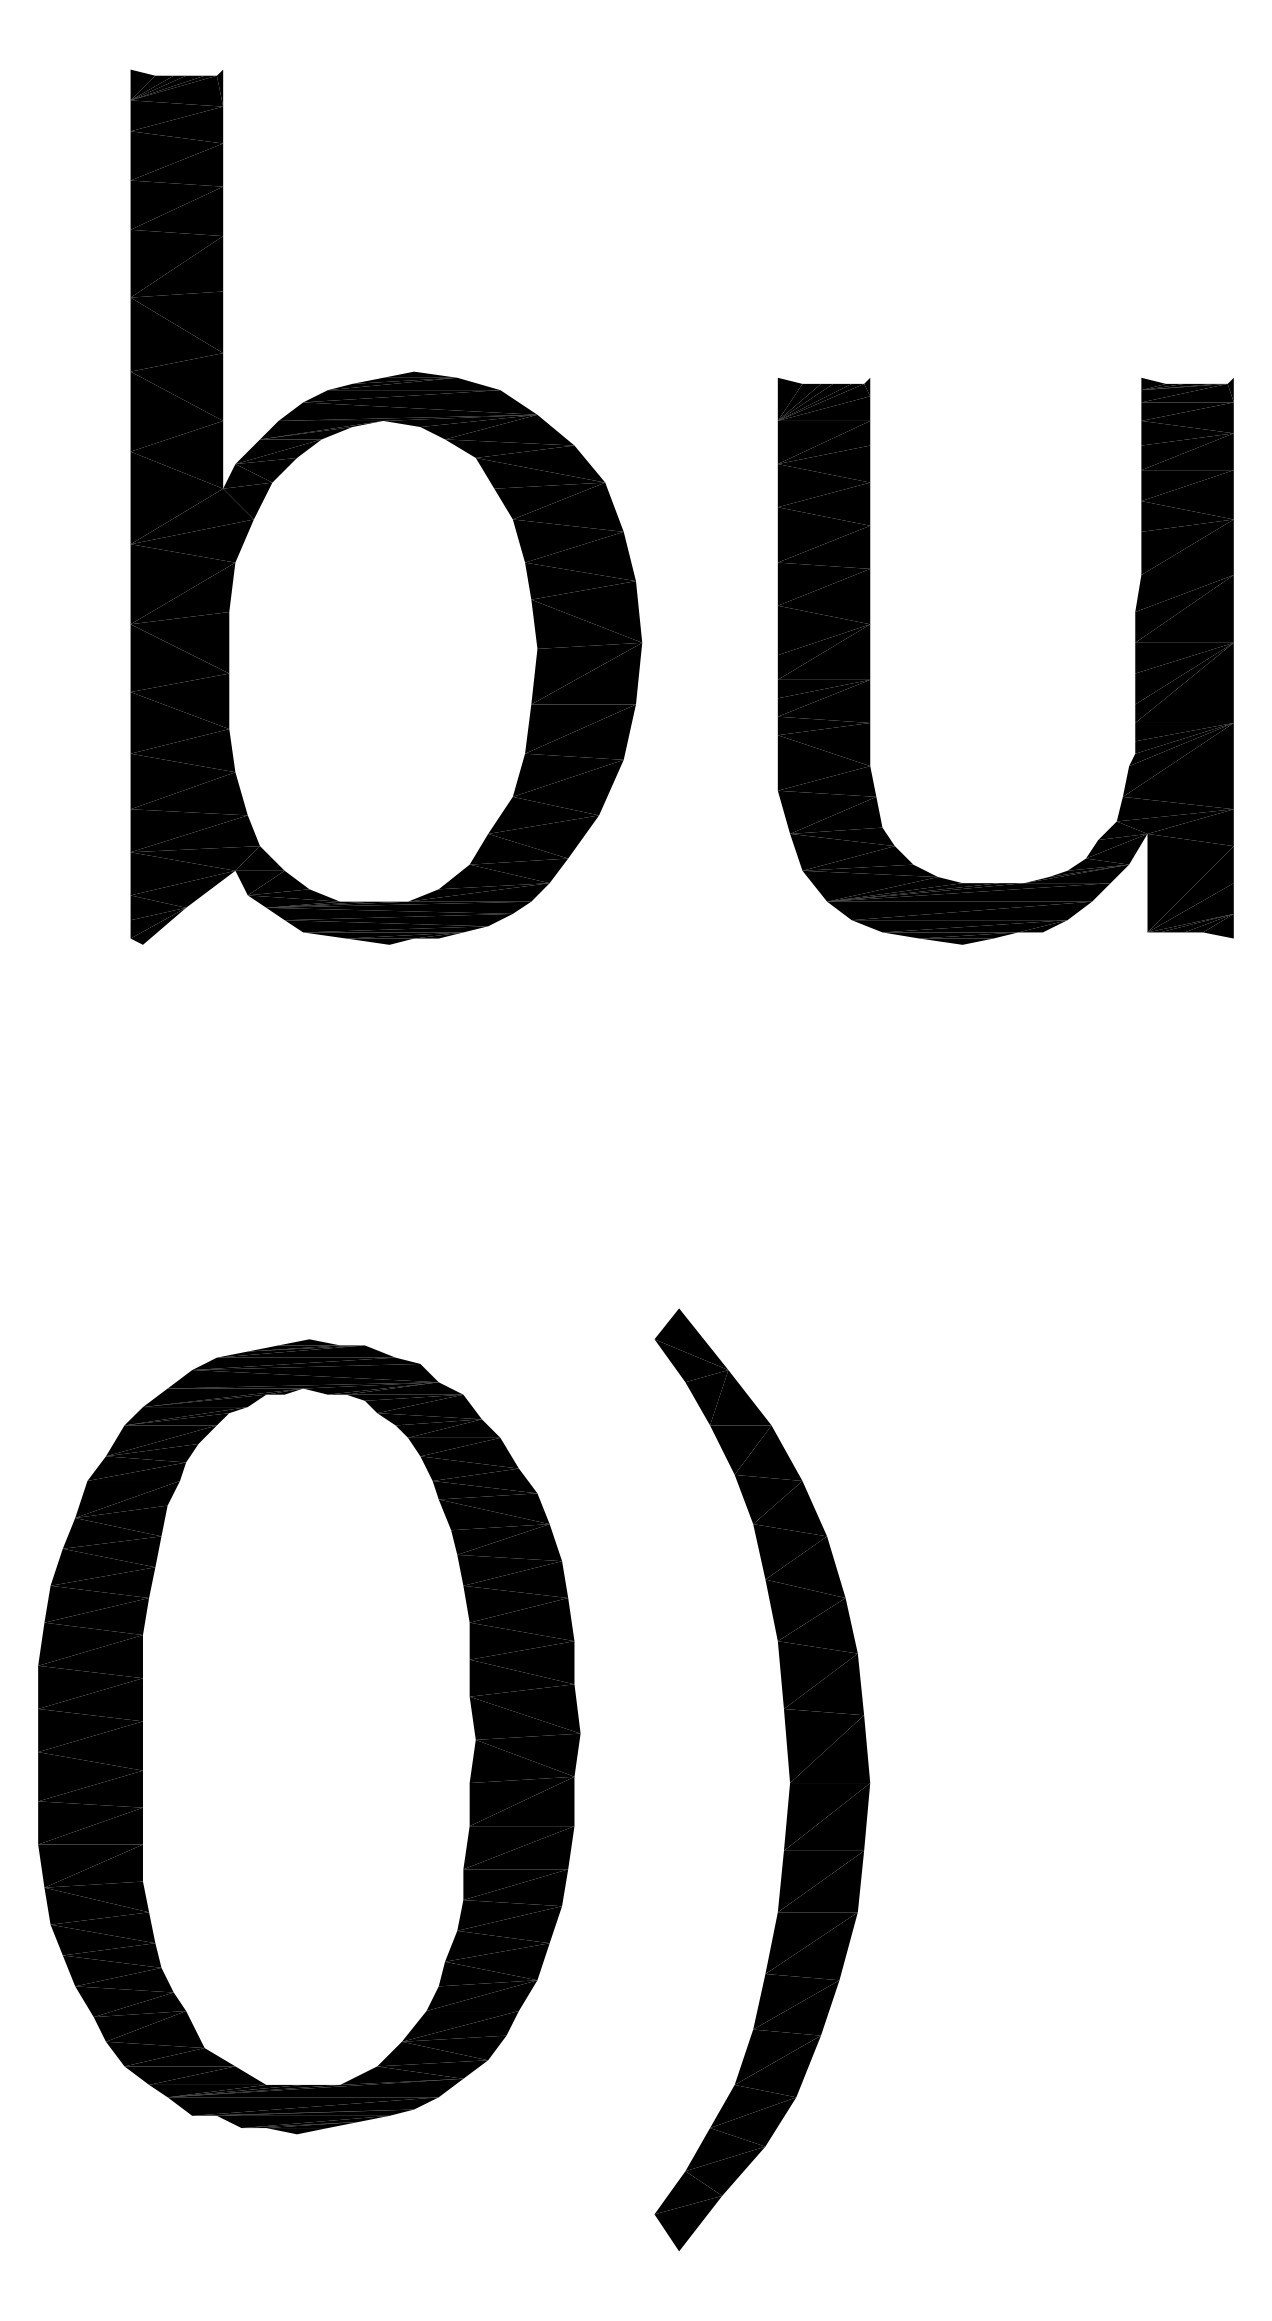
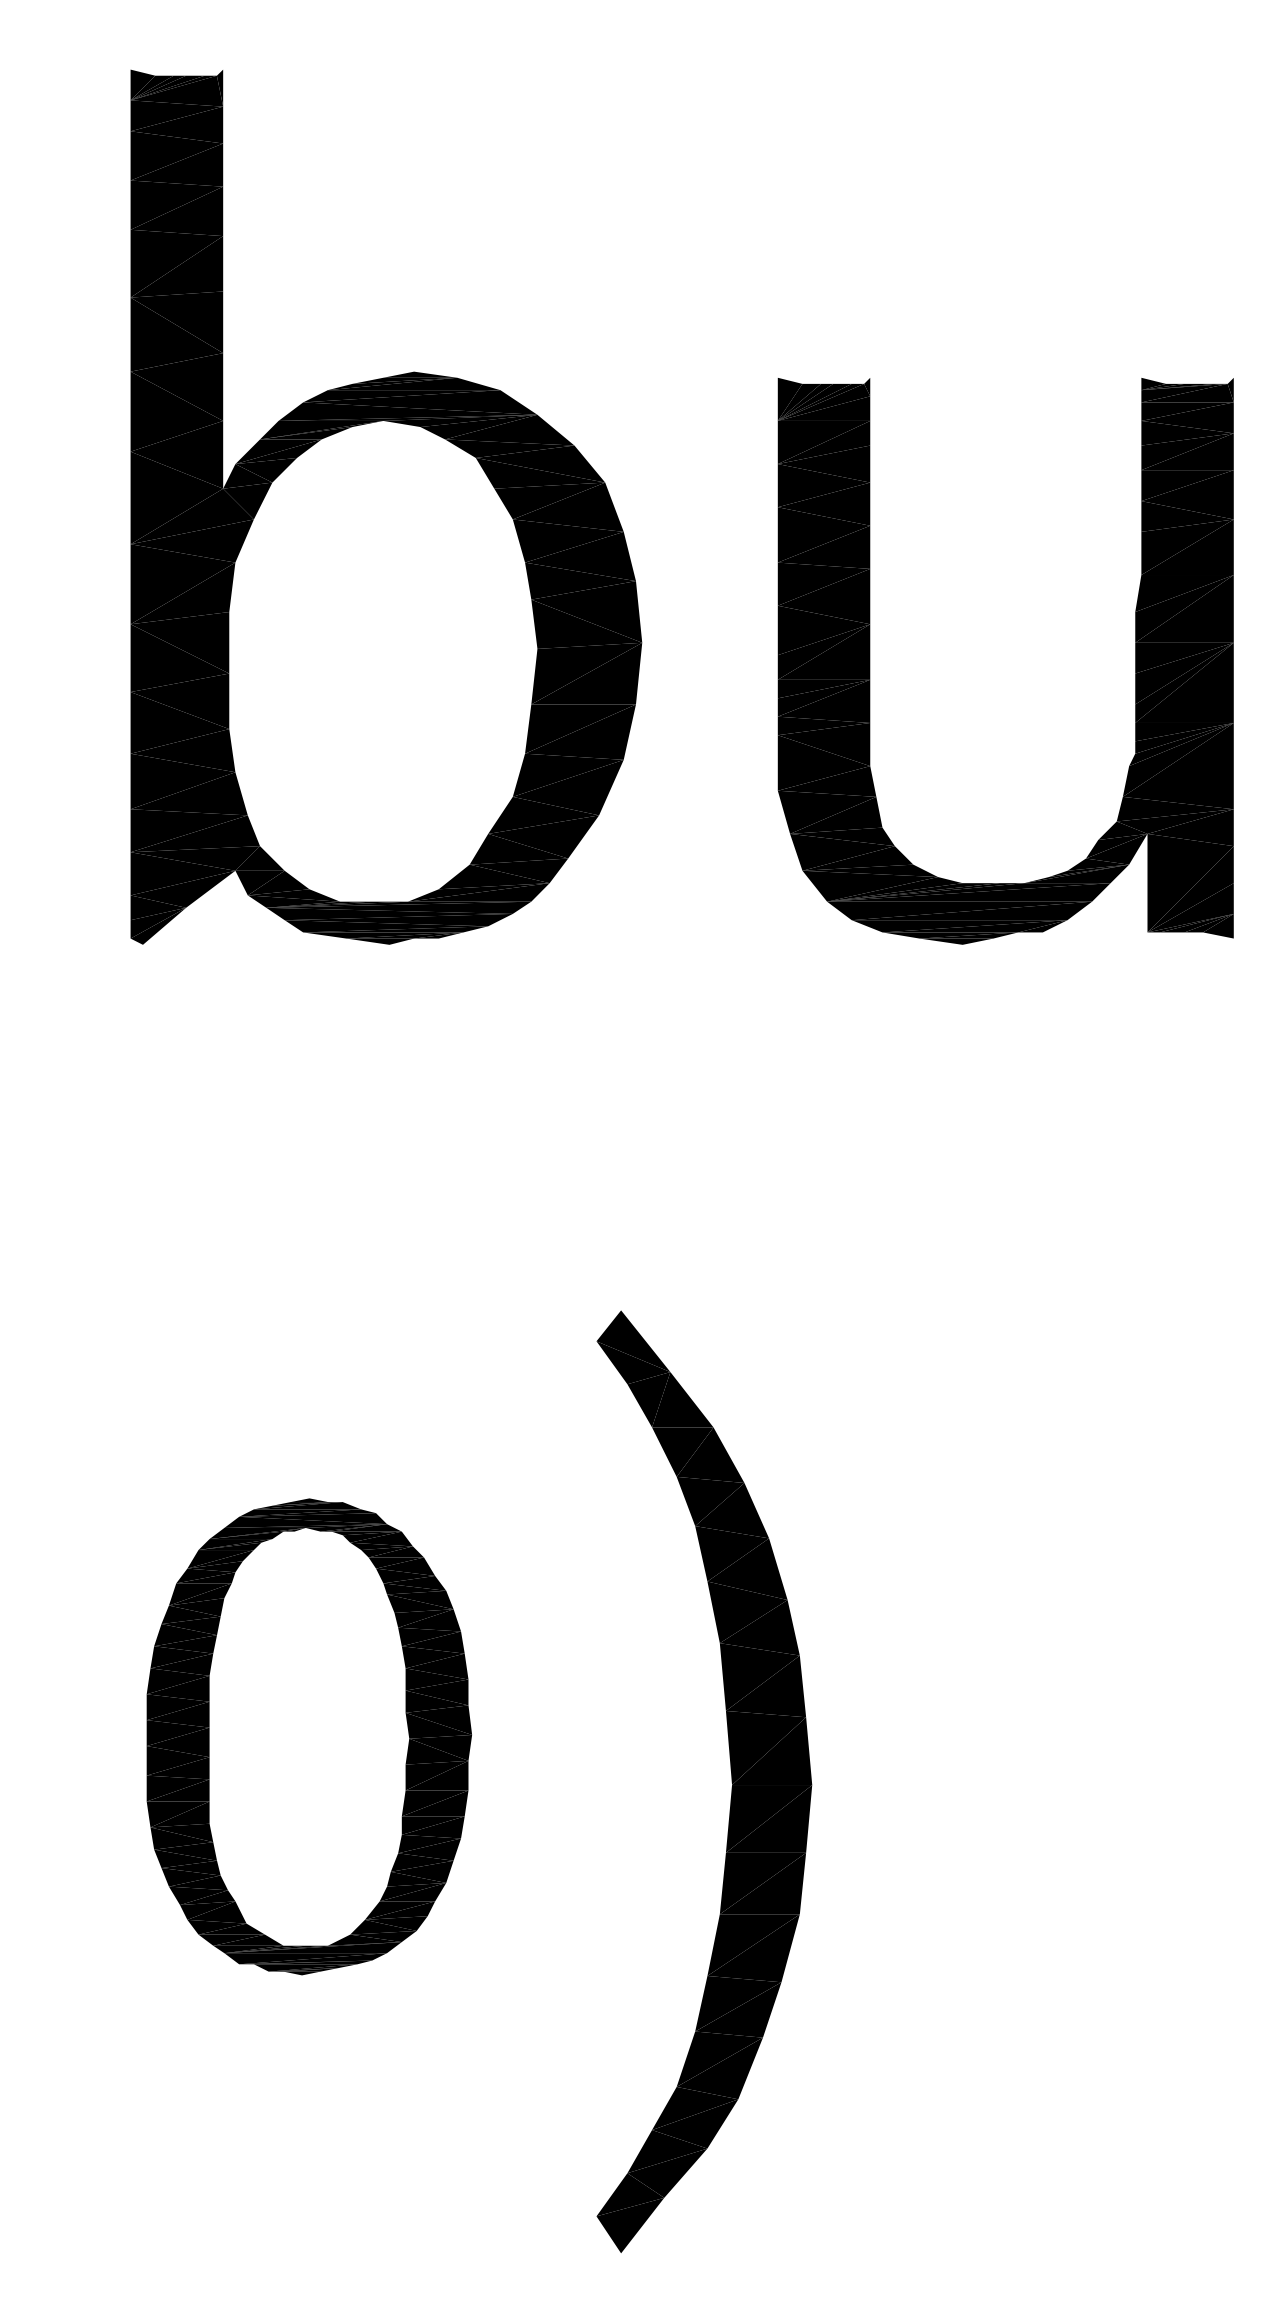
part at (309, 1736) size: 543x796 px -> 326x478 px
part at (789, 1779) position: (789, 1779) -> (731, 1781)
